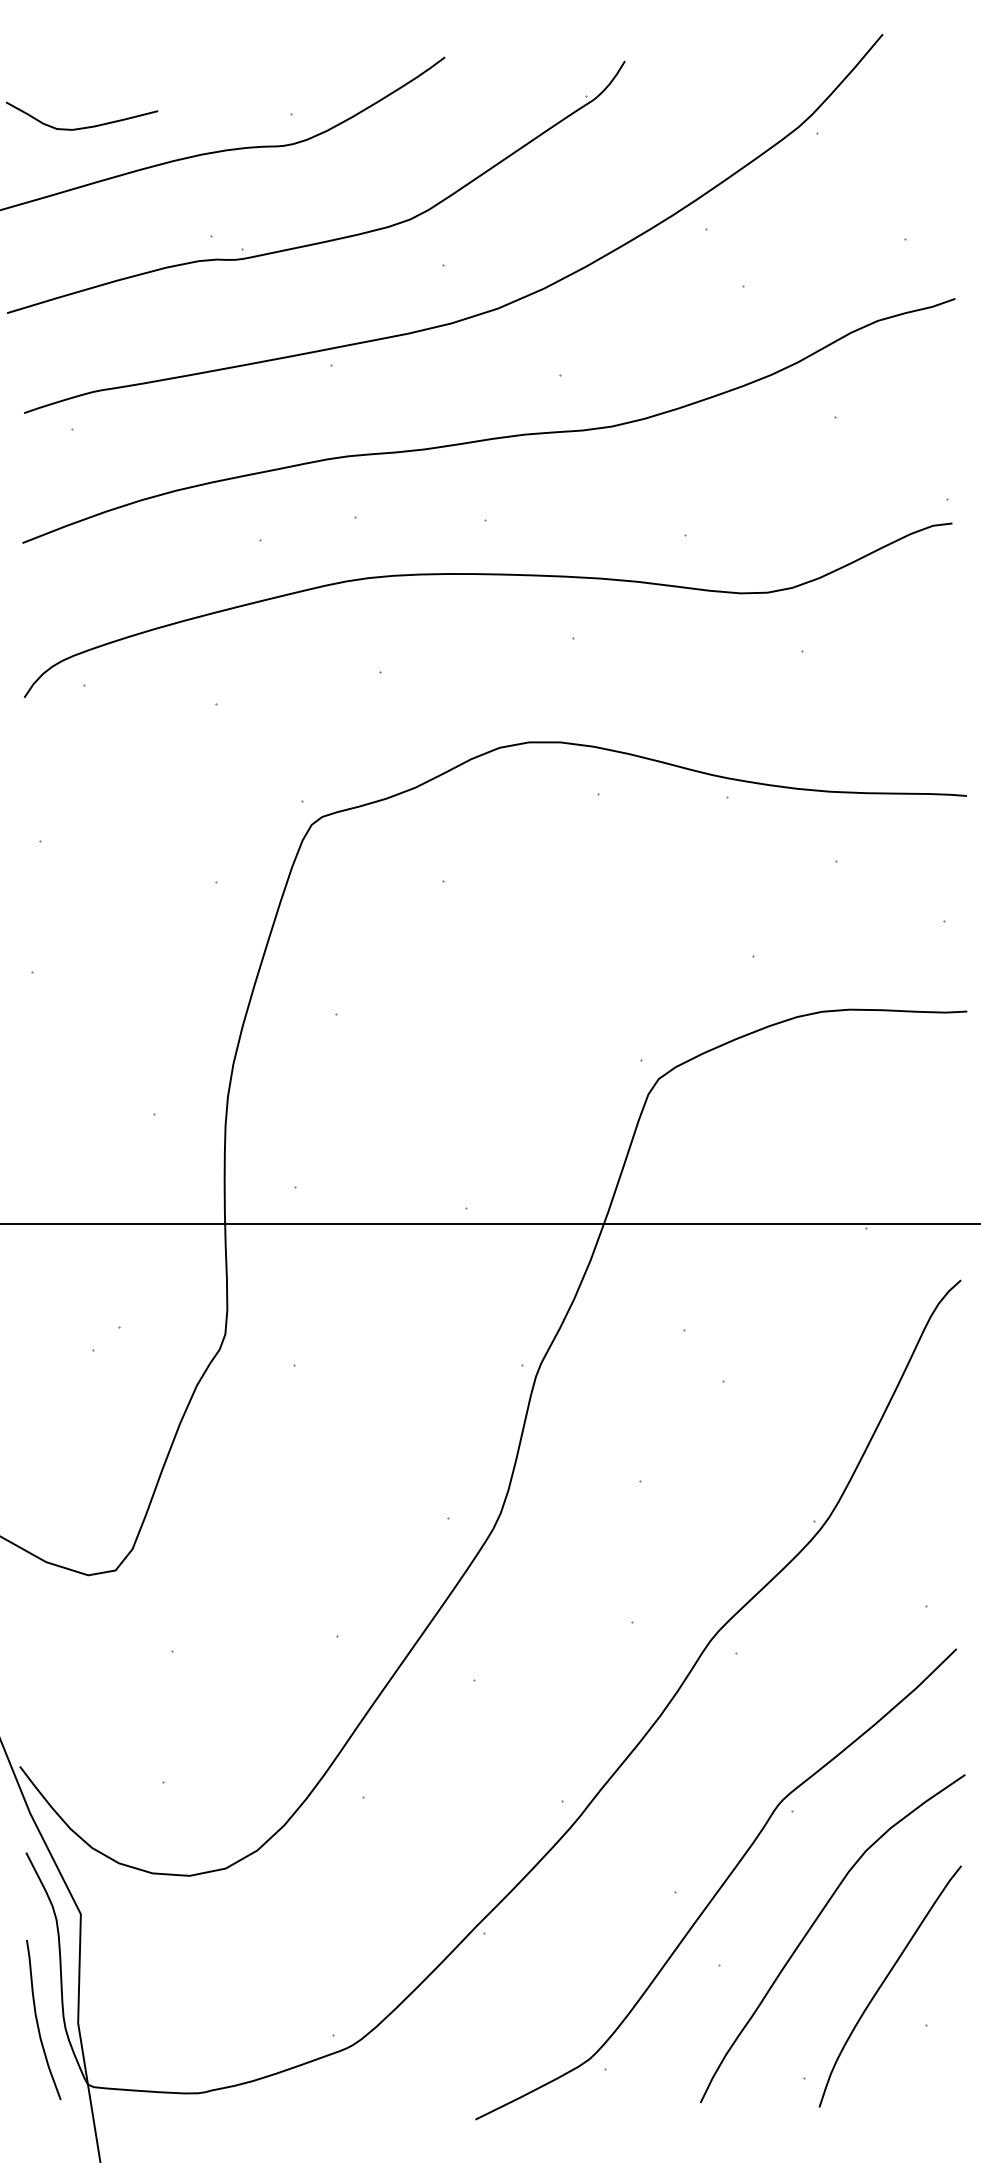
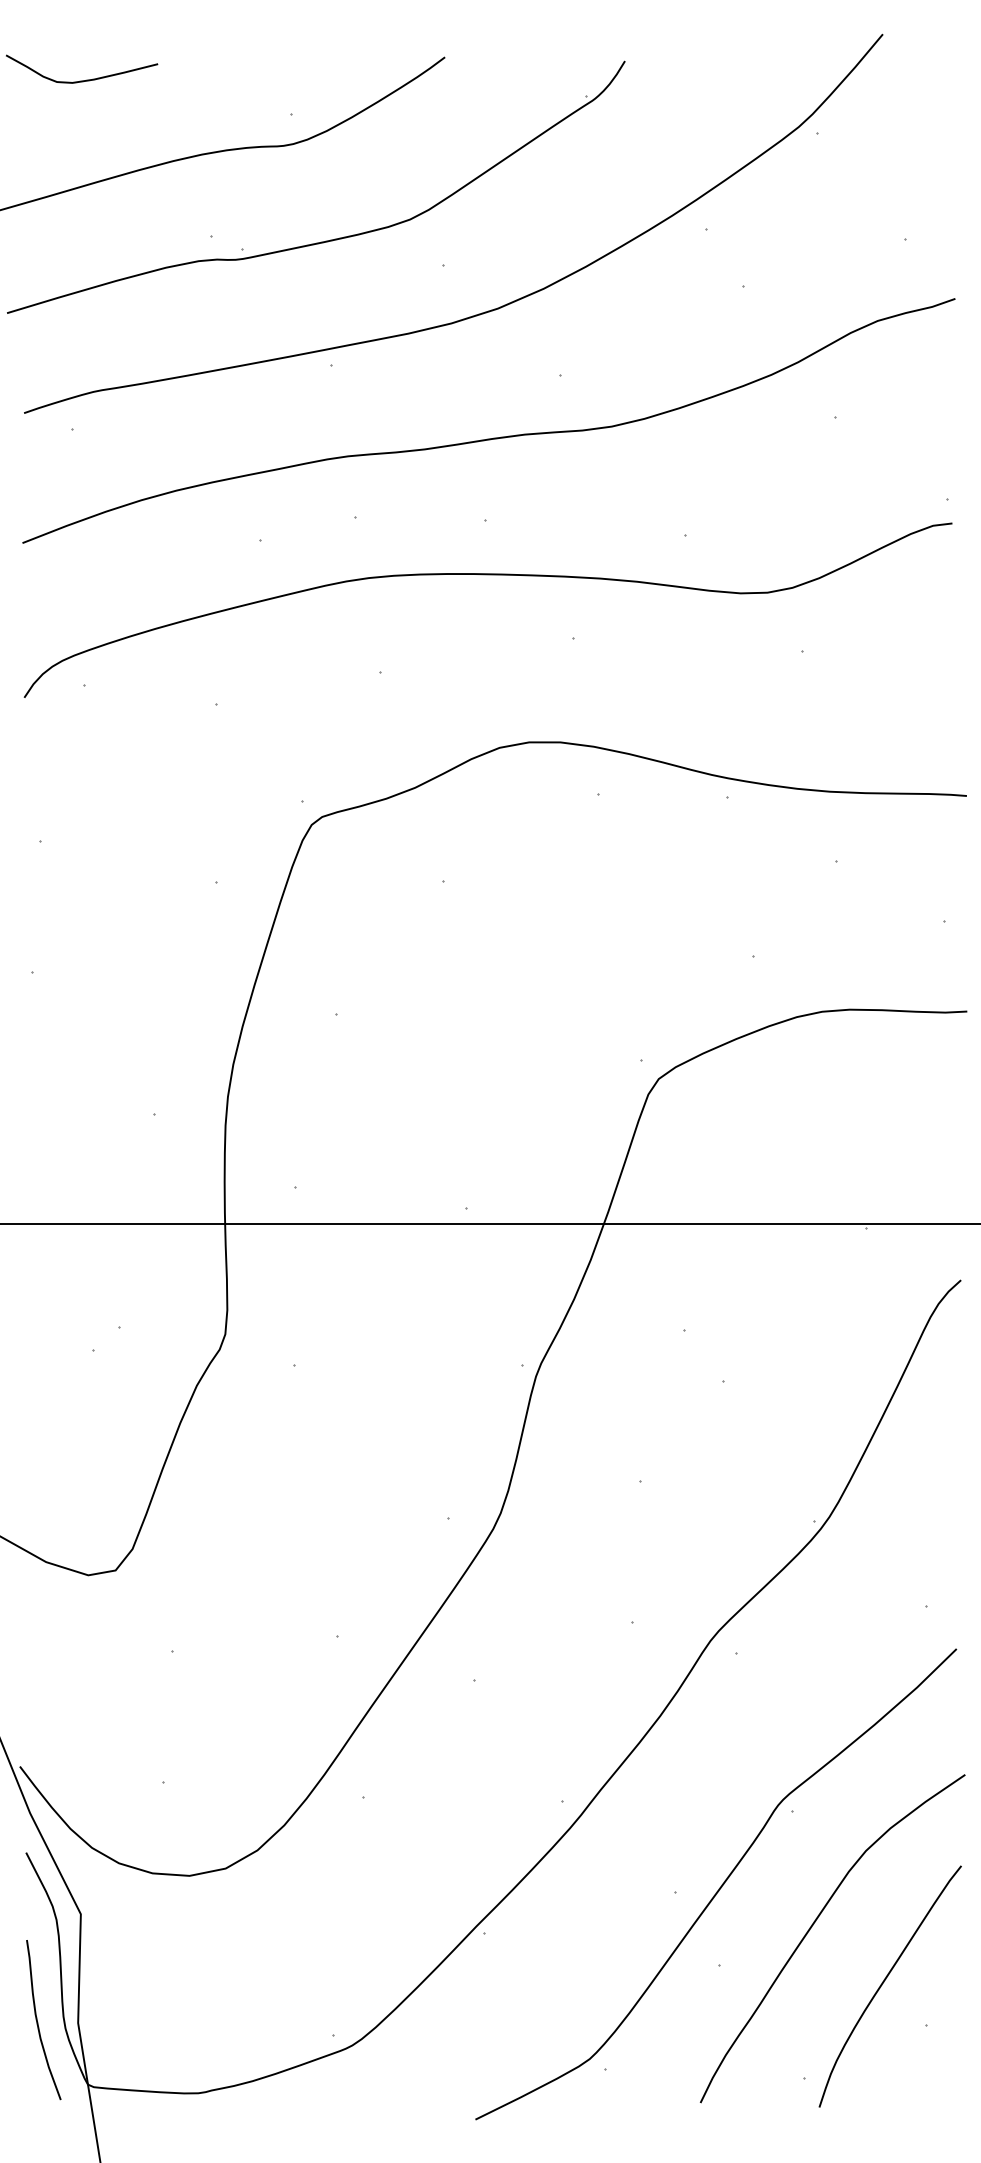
curve at (86, 126) position: (86, 126) -> (86, 79)
